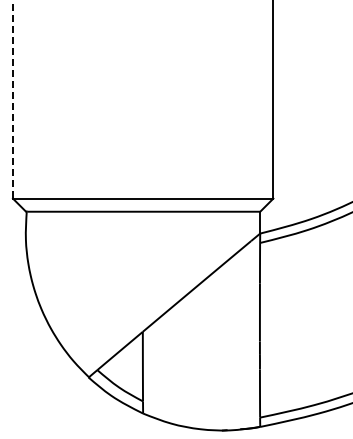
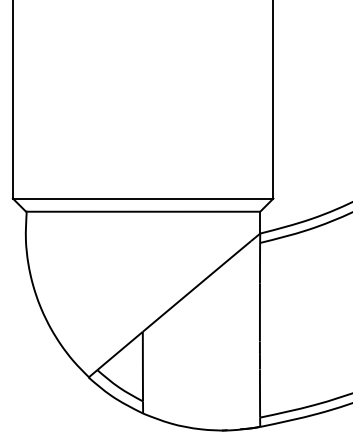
line at (12, 99): dashed -> solid
